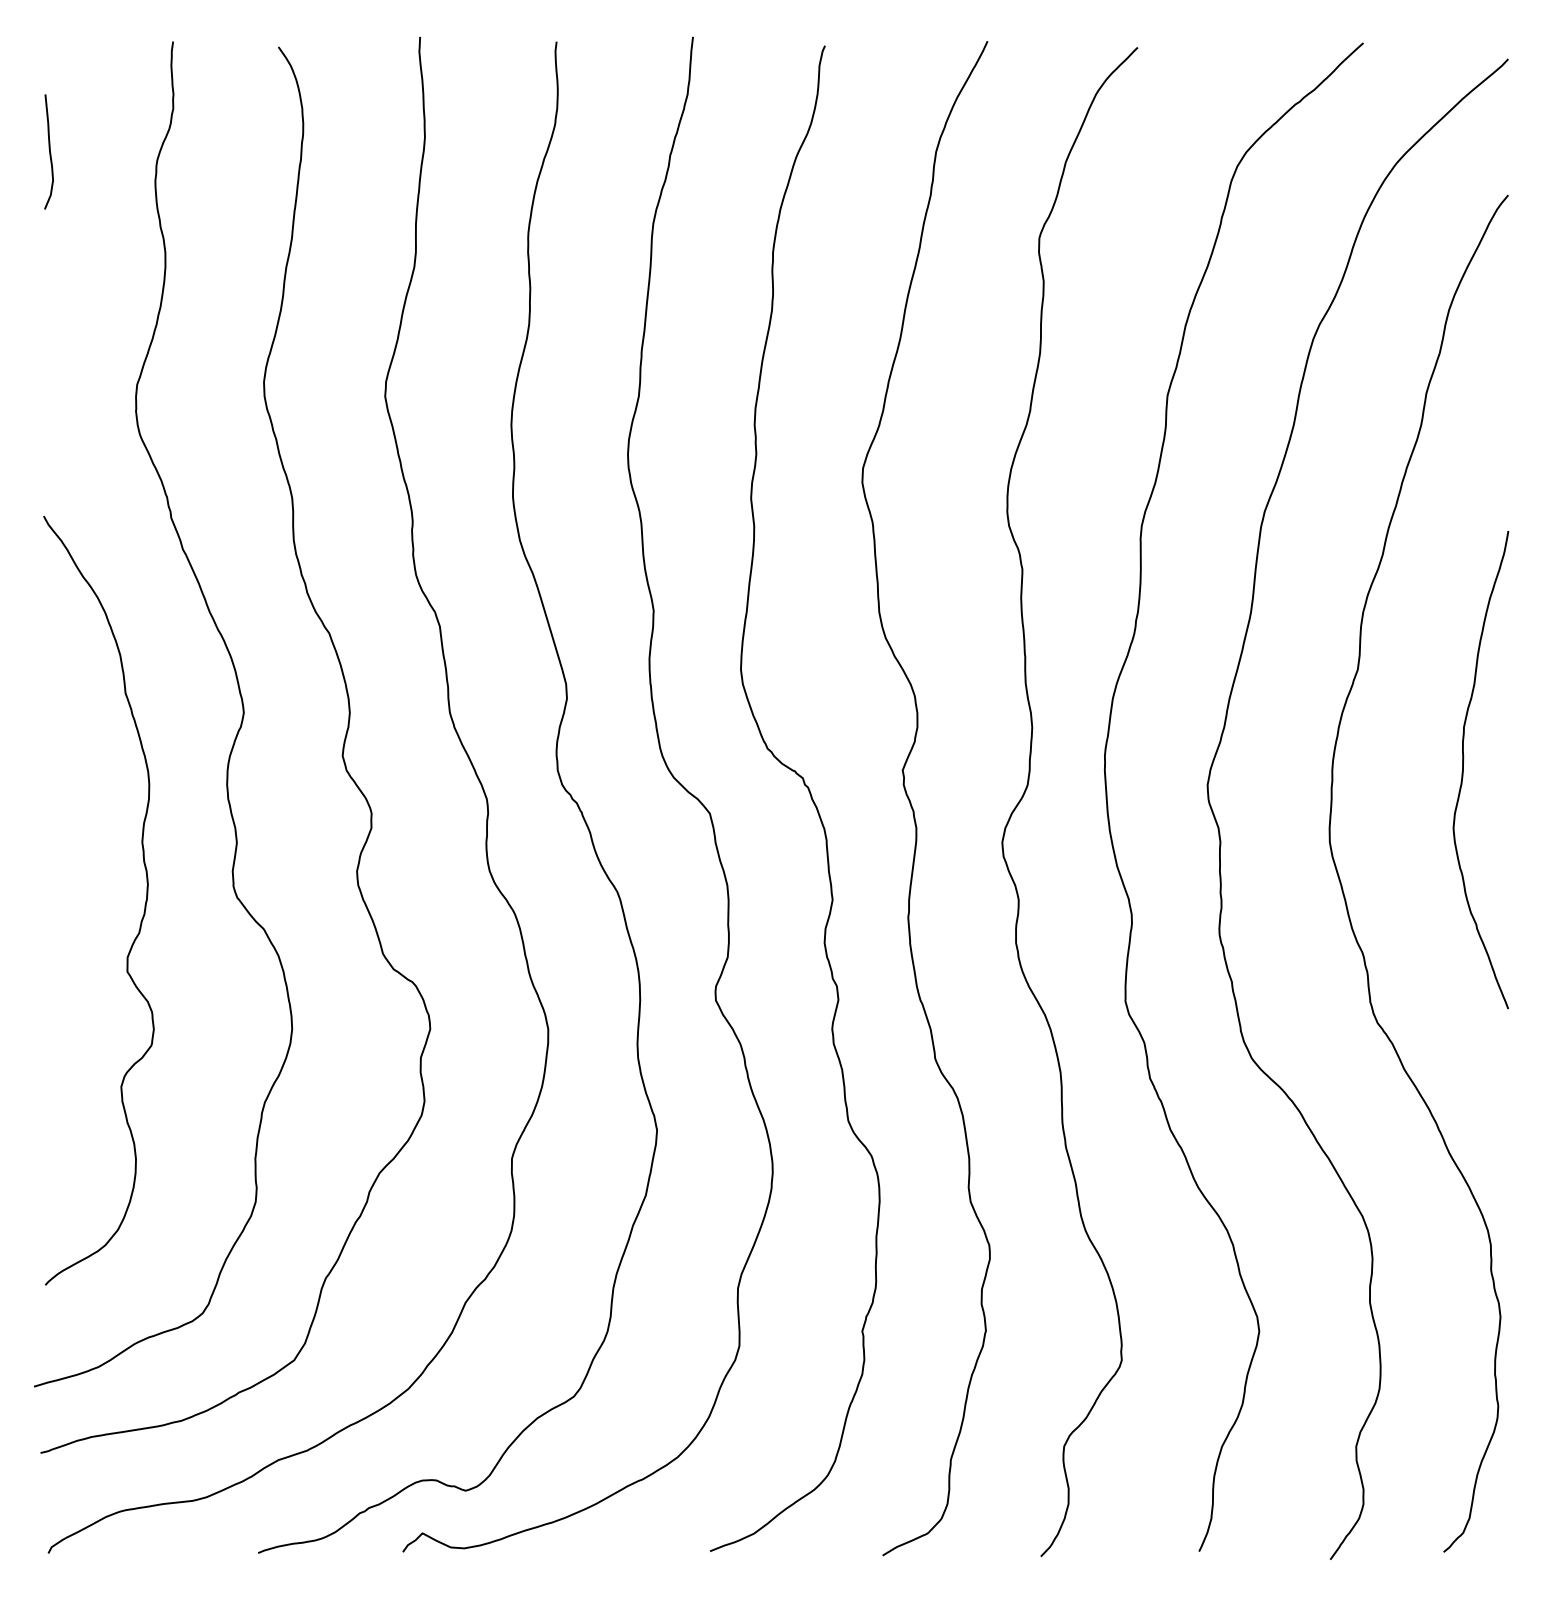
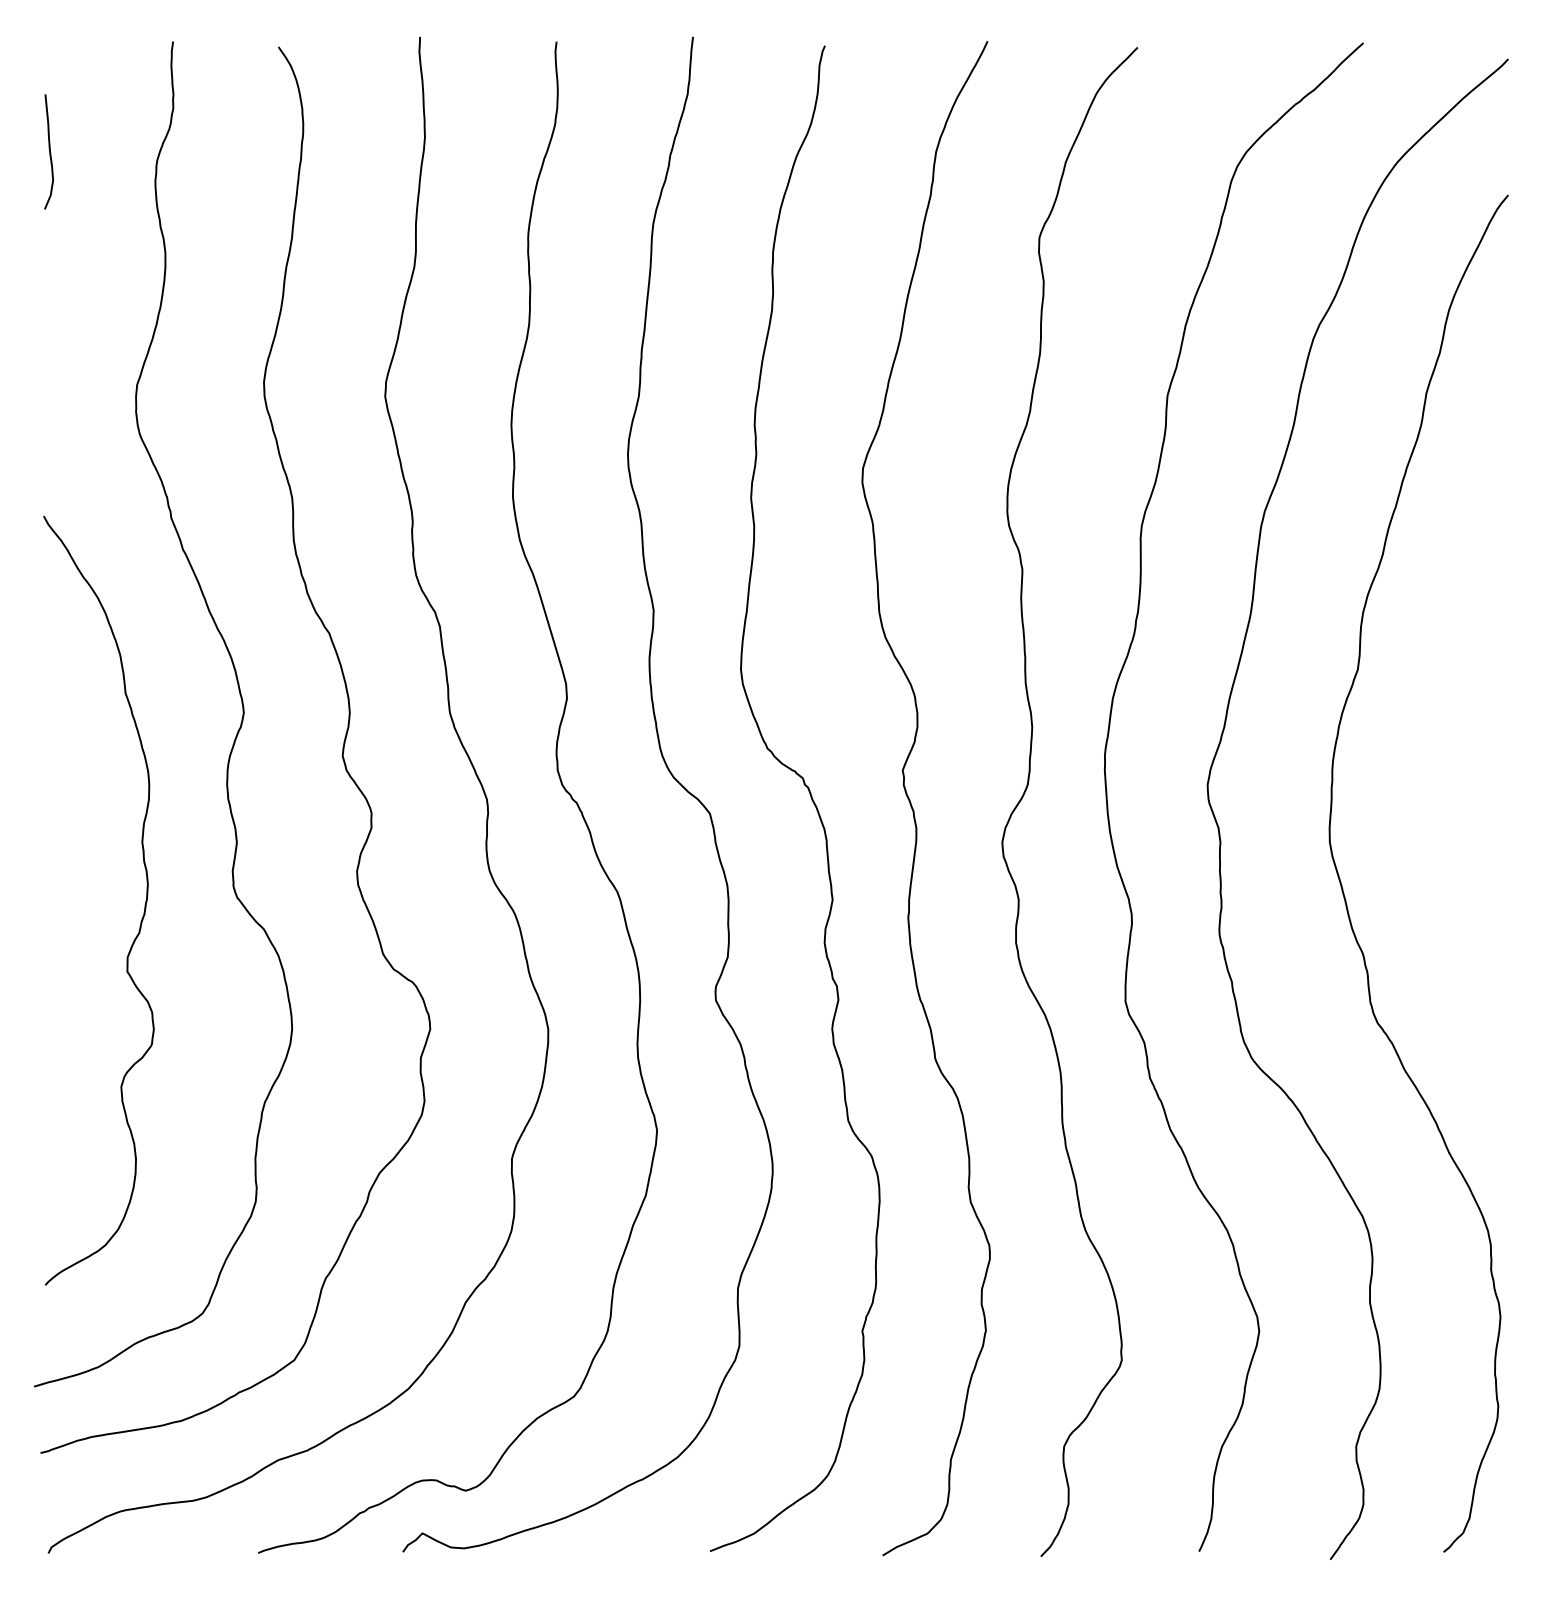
curve at (1463, 770): present -> none
